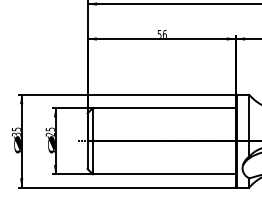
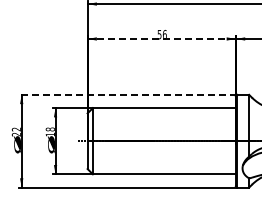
line at (161, 38): solid -> dashed
line at (127, 94): solid -> dashed
text at (15, 131): 35 -> 22
text at (49, 131): 25 -> 18
